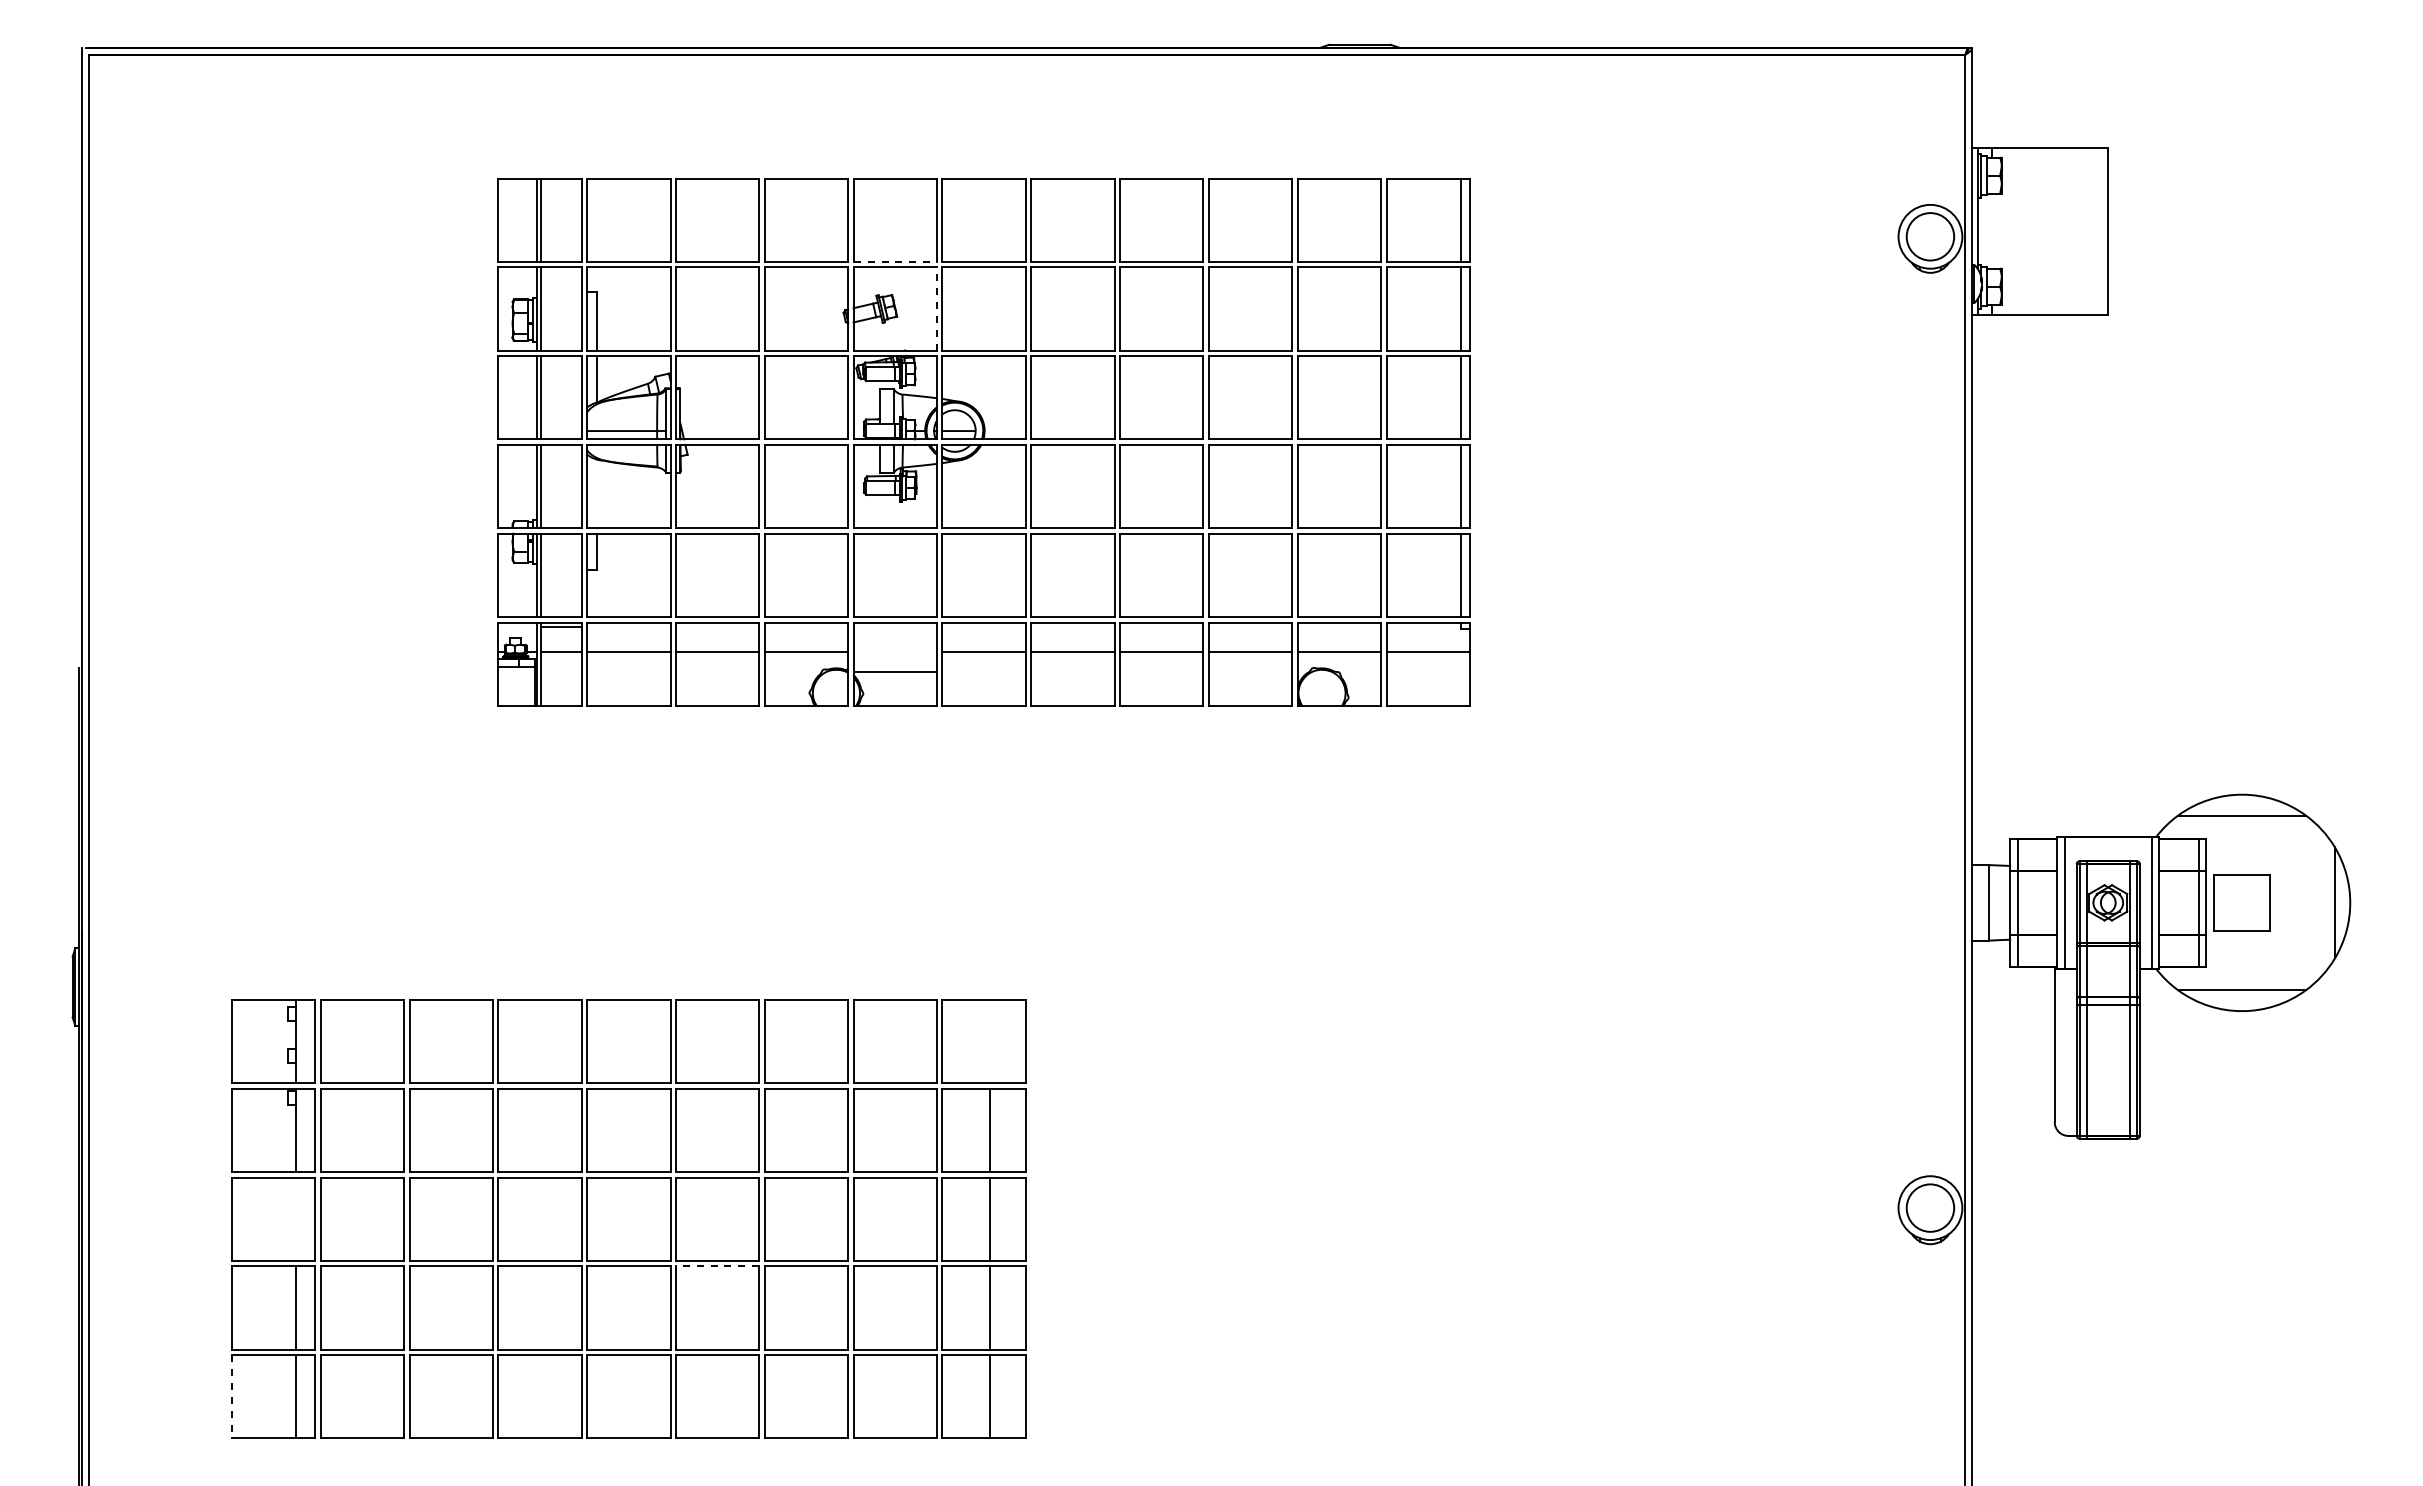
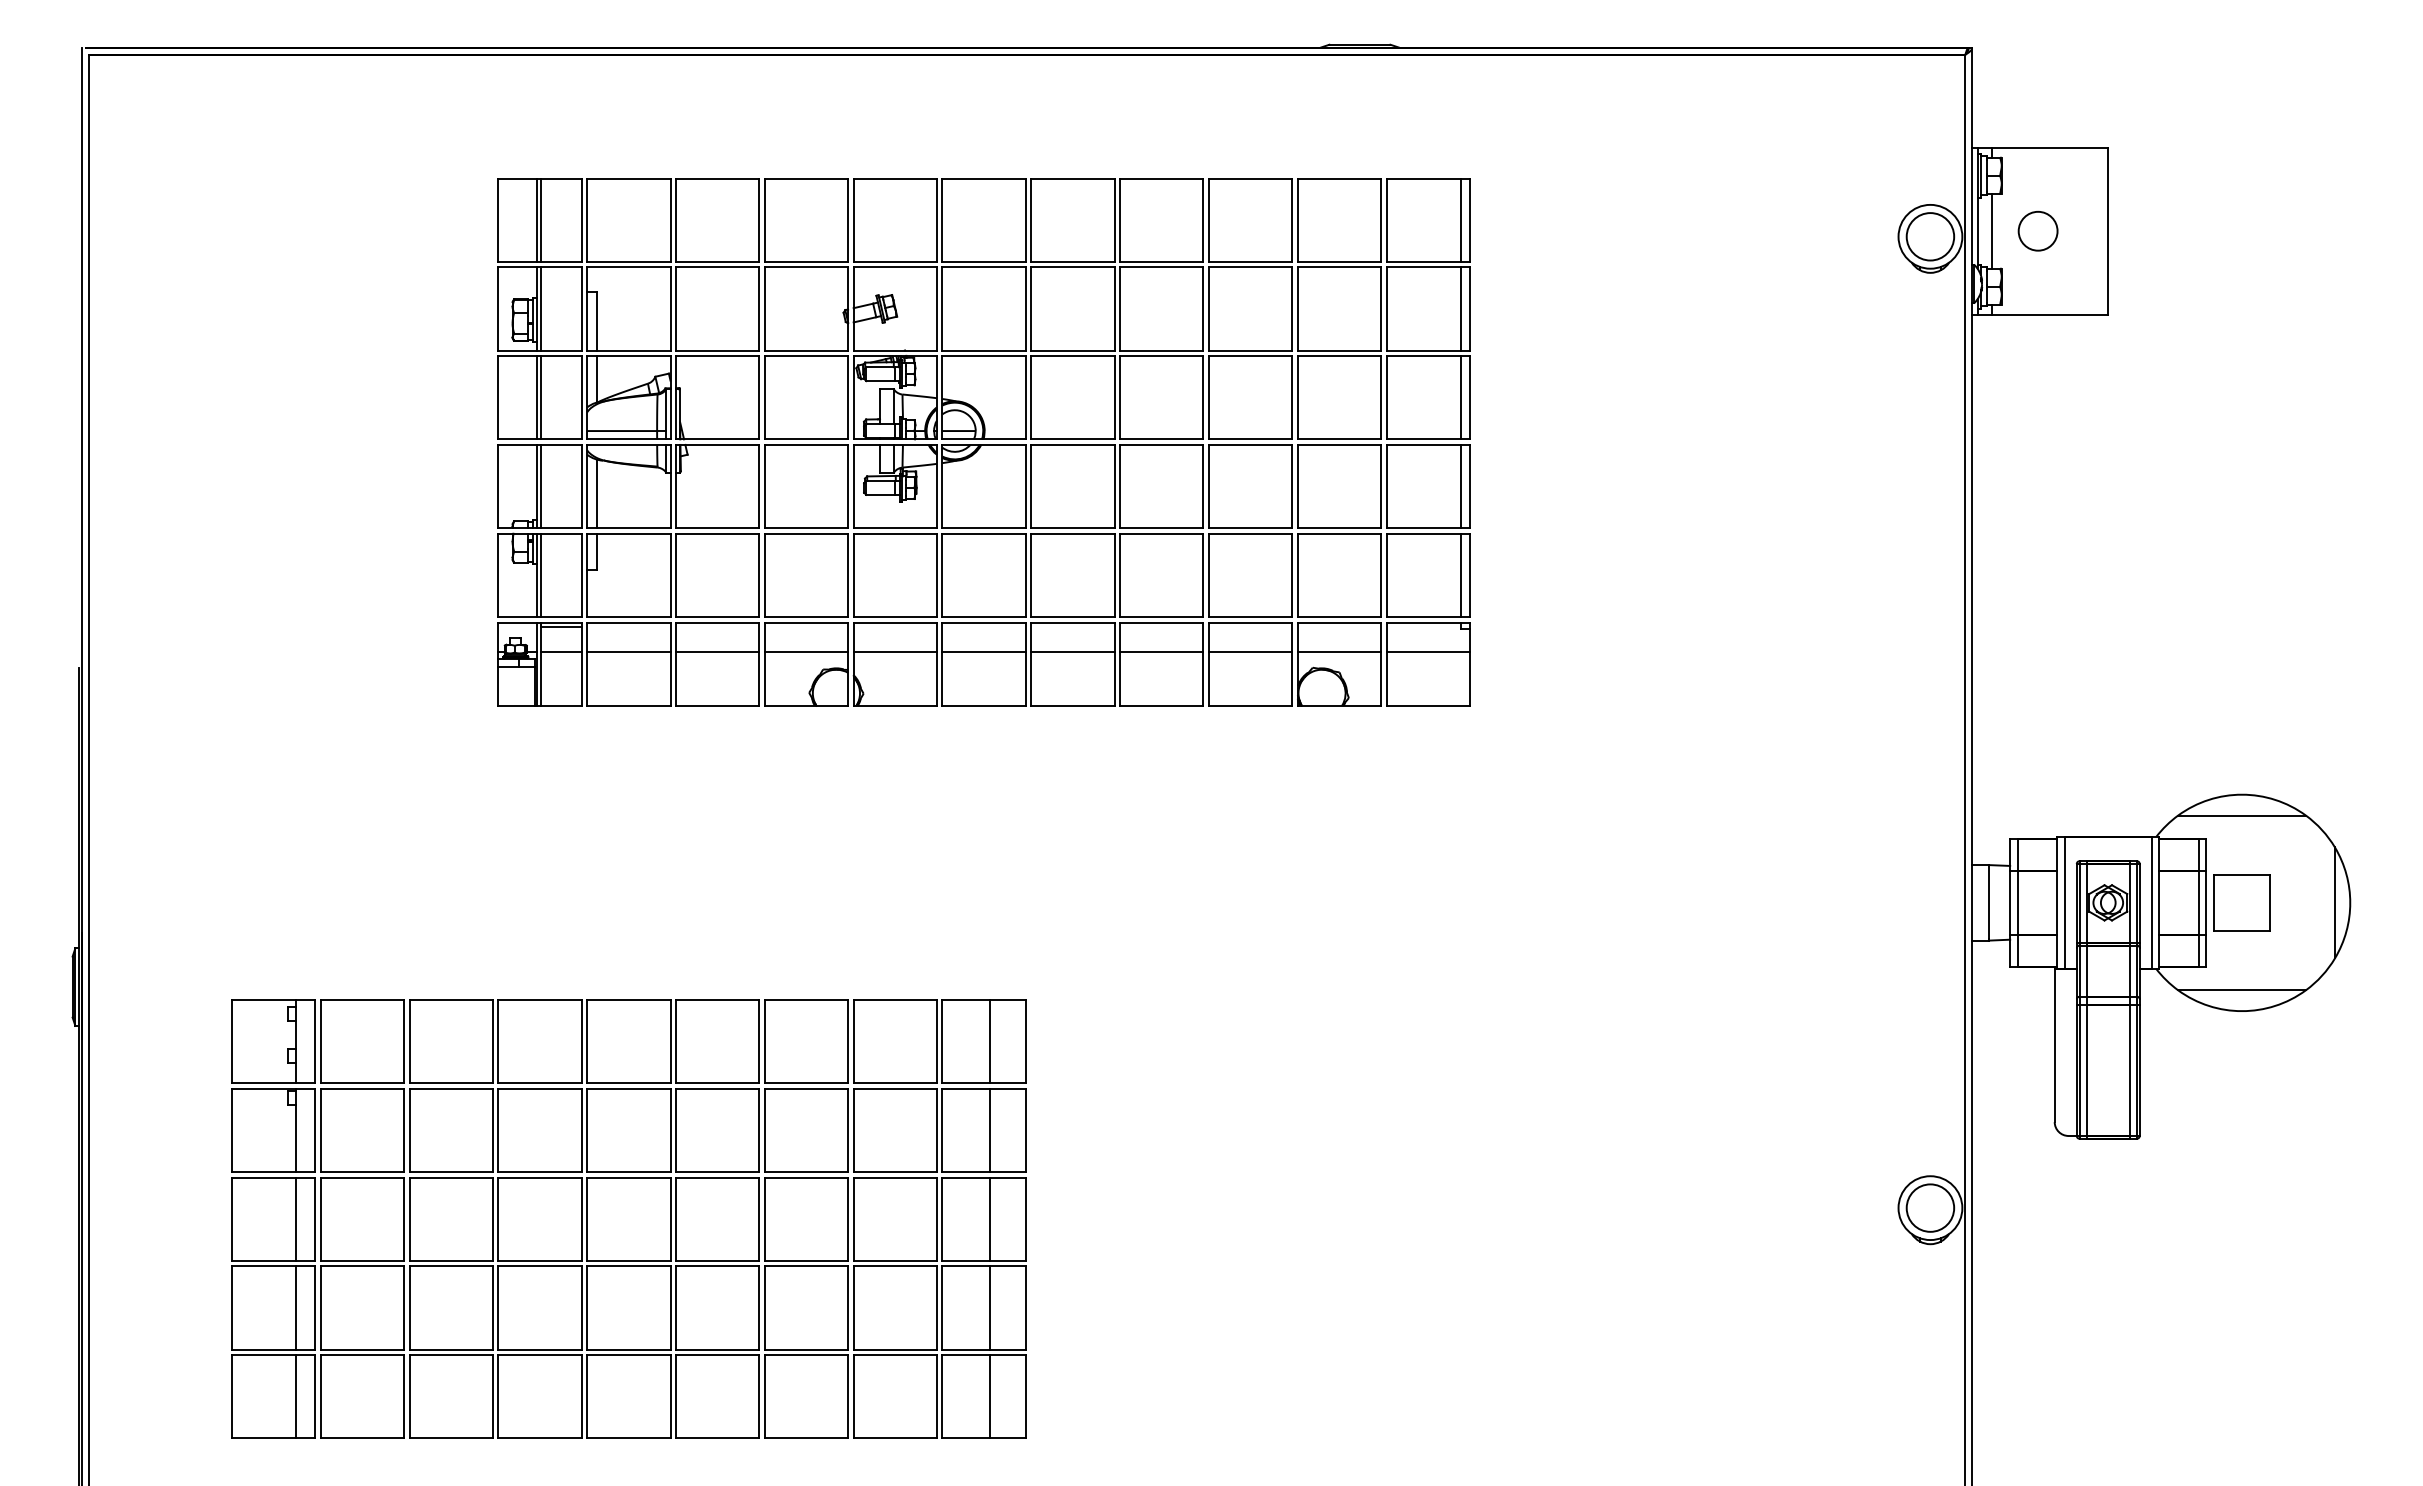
line at (1991, 230): none -> present
circle at (2037, 230): none -> present
line at (895, 261): dashed -> solid
line at (936, 308): dashed -> solid
line at (596, 493): none -> present
line at (894, 671) position: (894, 671) -> (894, 651)
line at (990, 1041): none -> present
line at (296, 1218): none -> present
line at (717, 1266): dashed -> solid
line at (232, 1396): dashed -> solid
